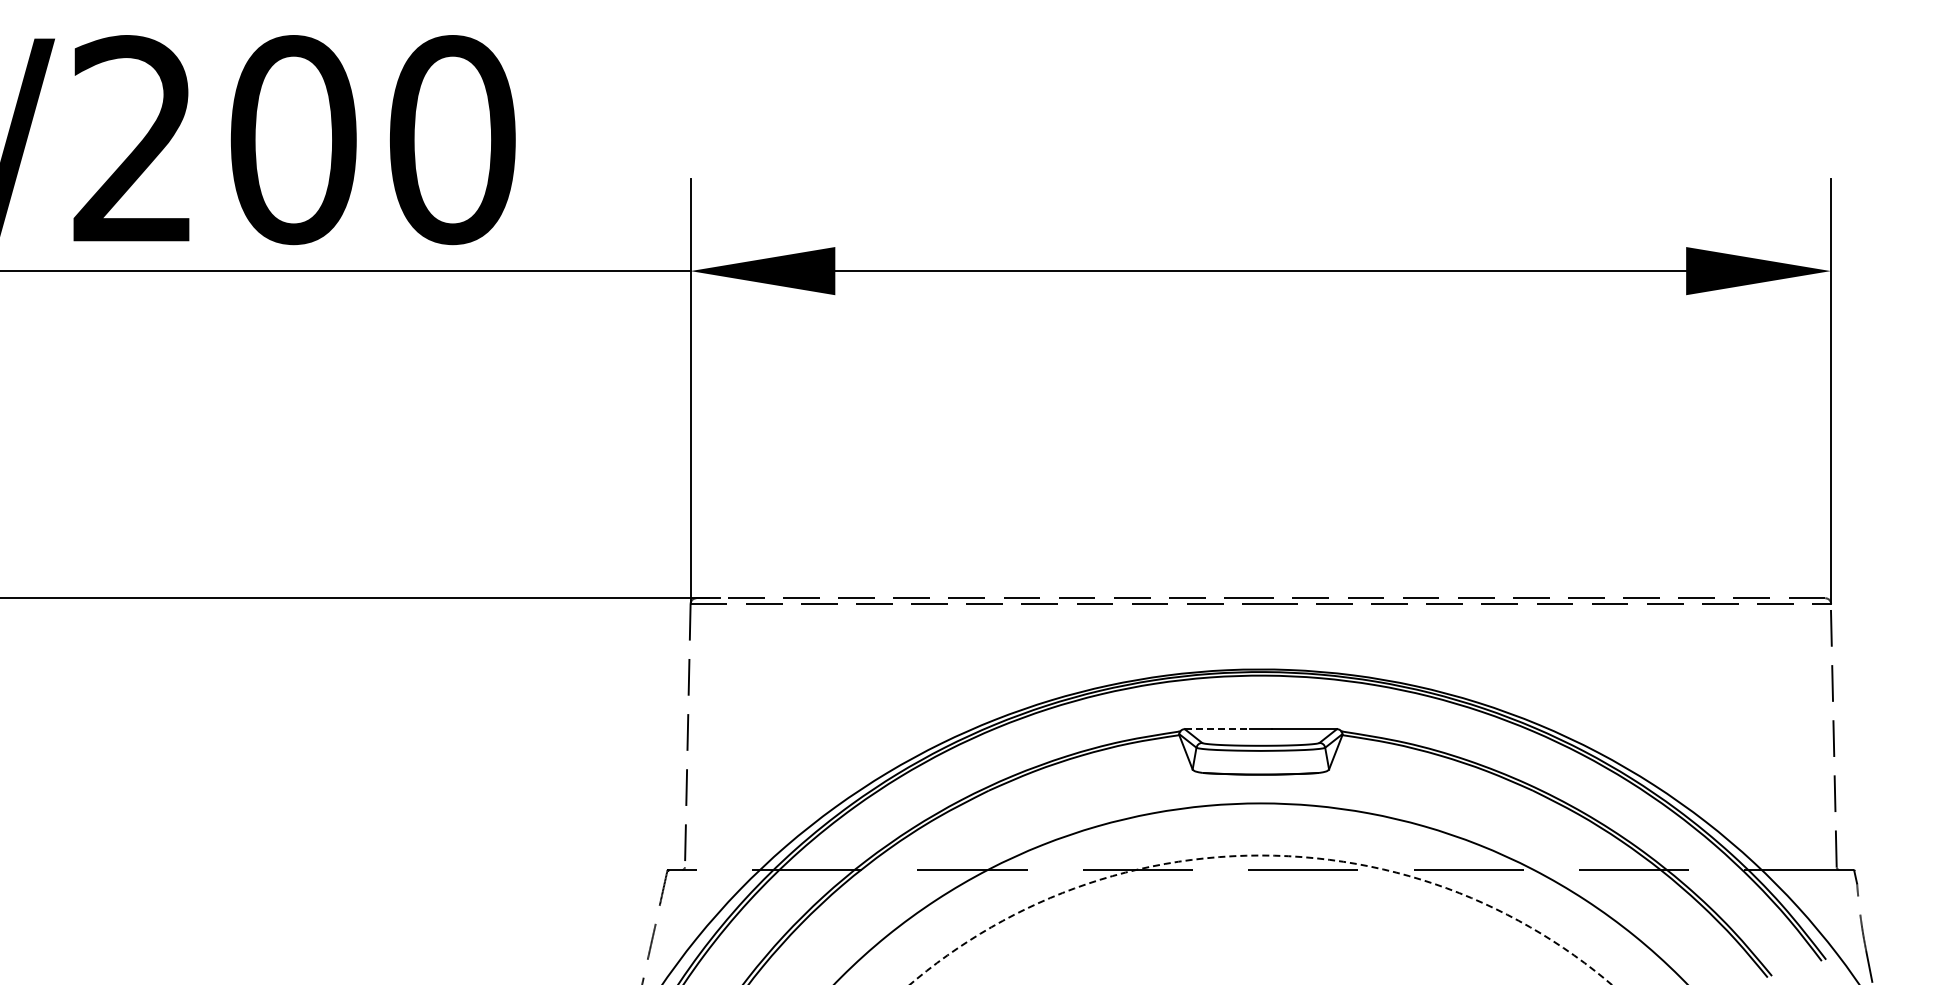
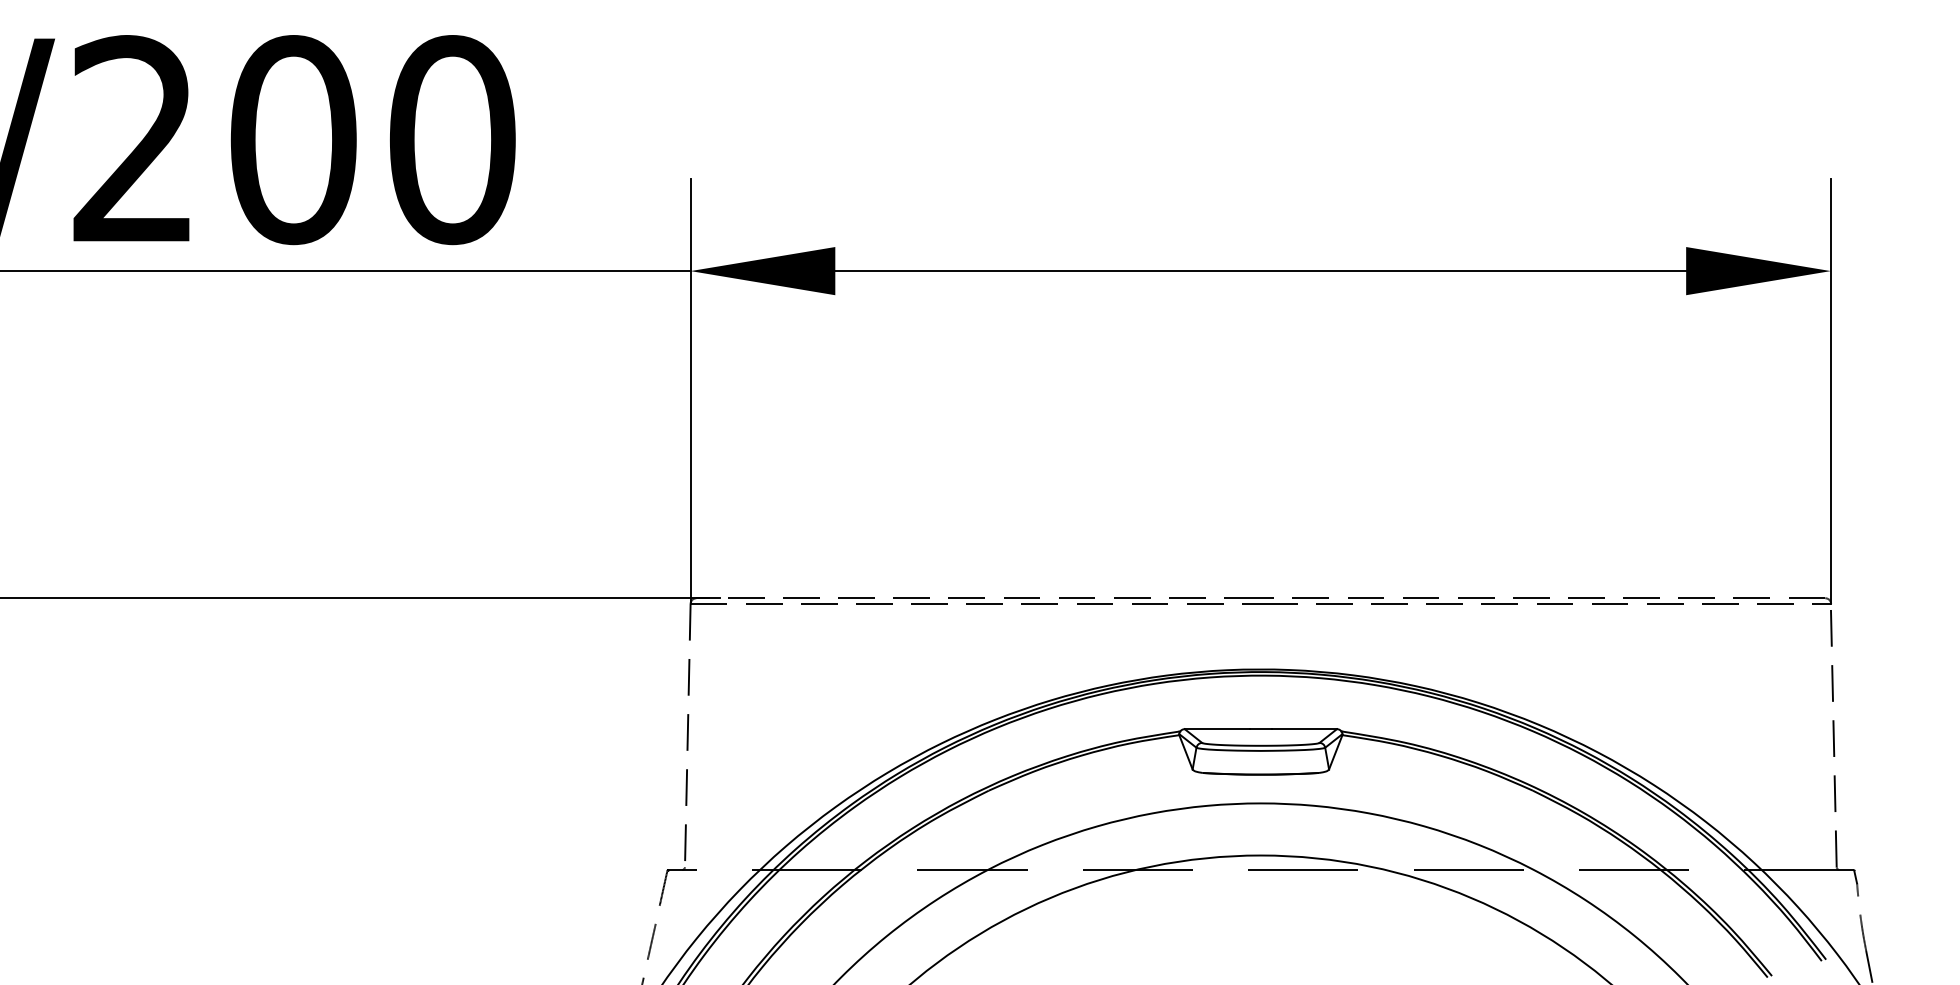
line at (1217, 729): dashed -> solid
circle at (1260, 919): dashed -> solid
